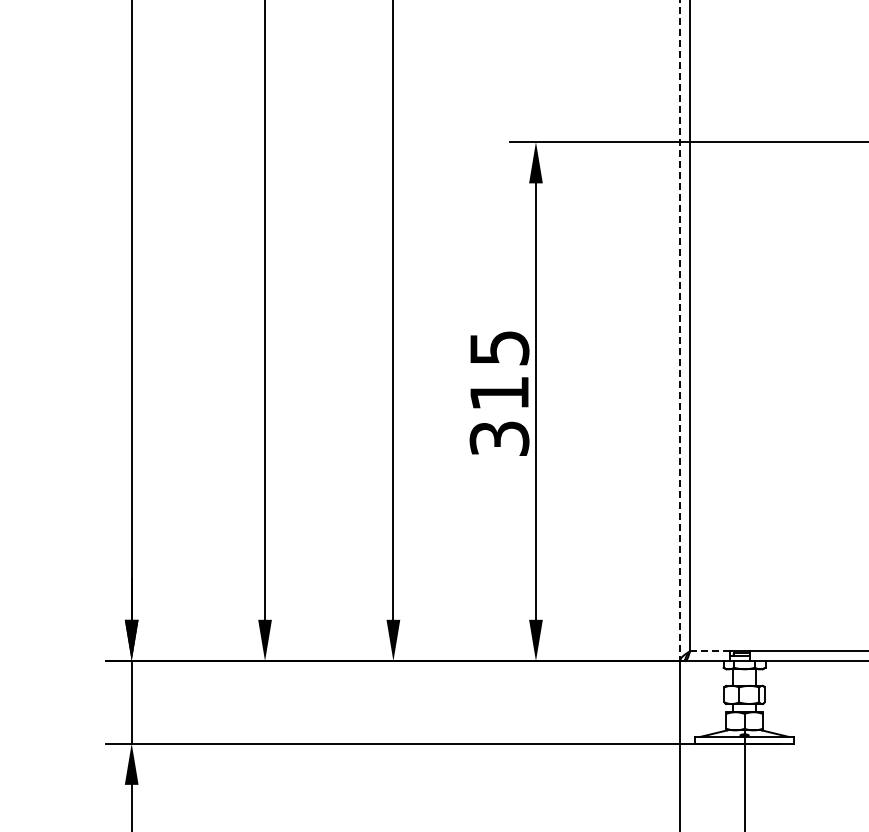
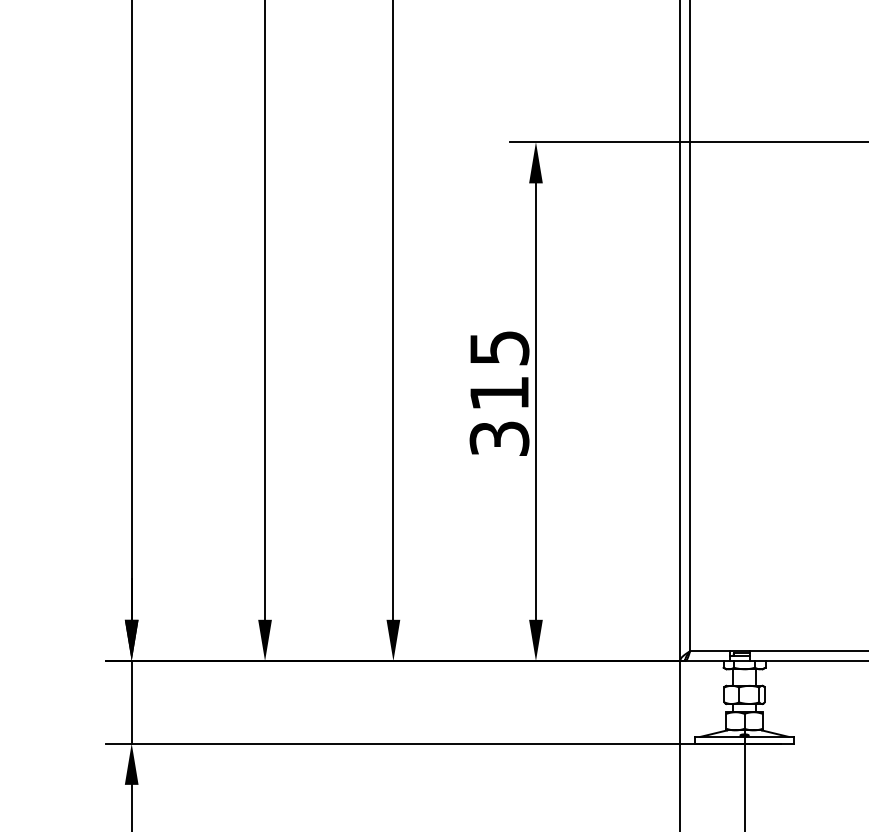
line at (680, 331): dashed -> solid
line at (709, 651): dashed -> solid
